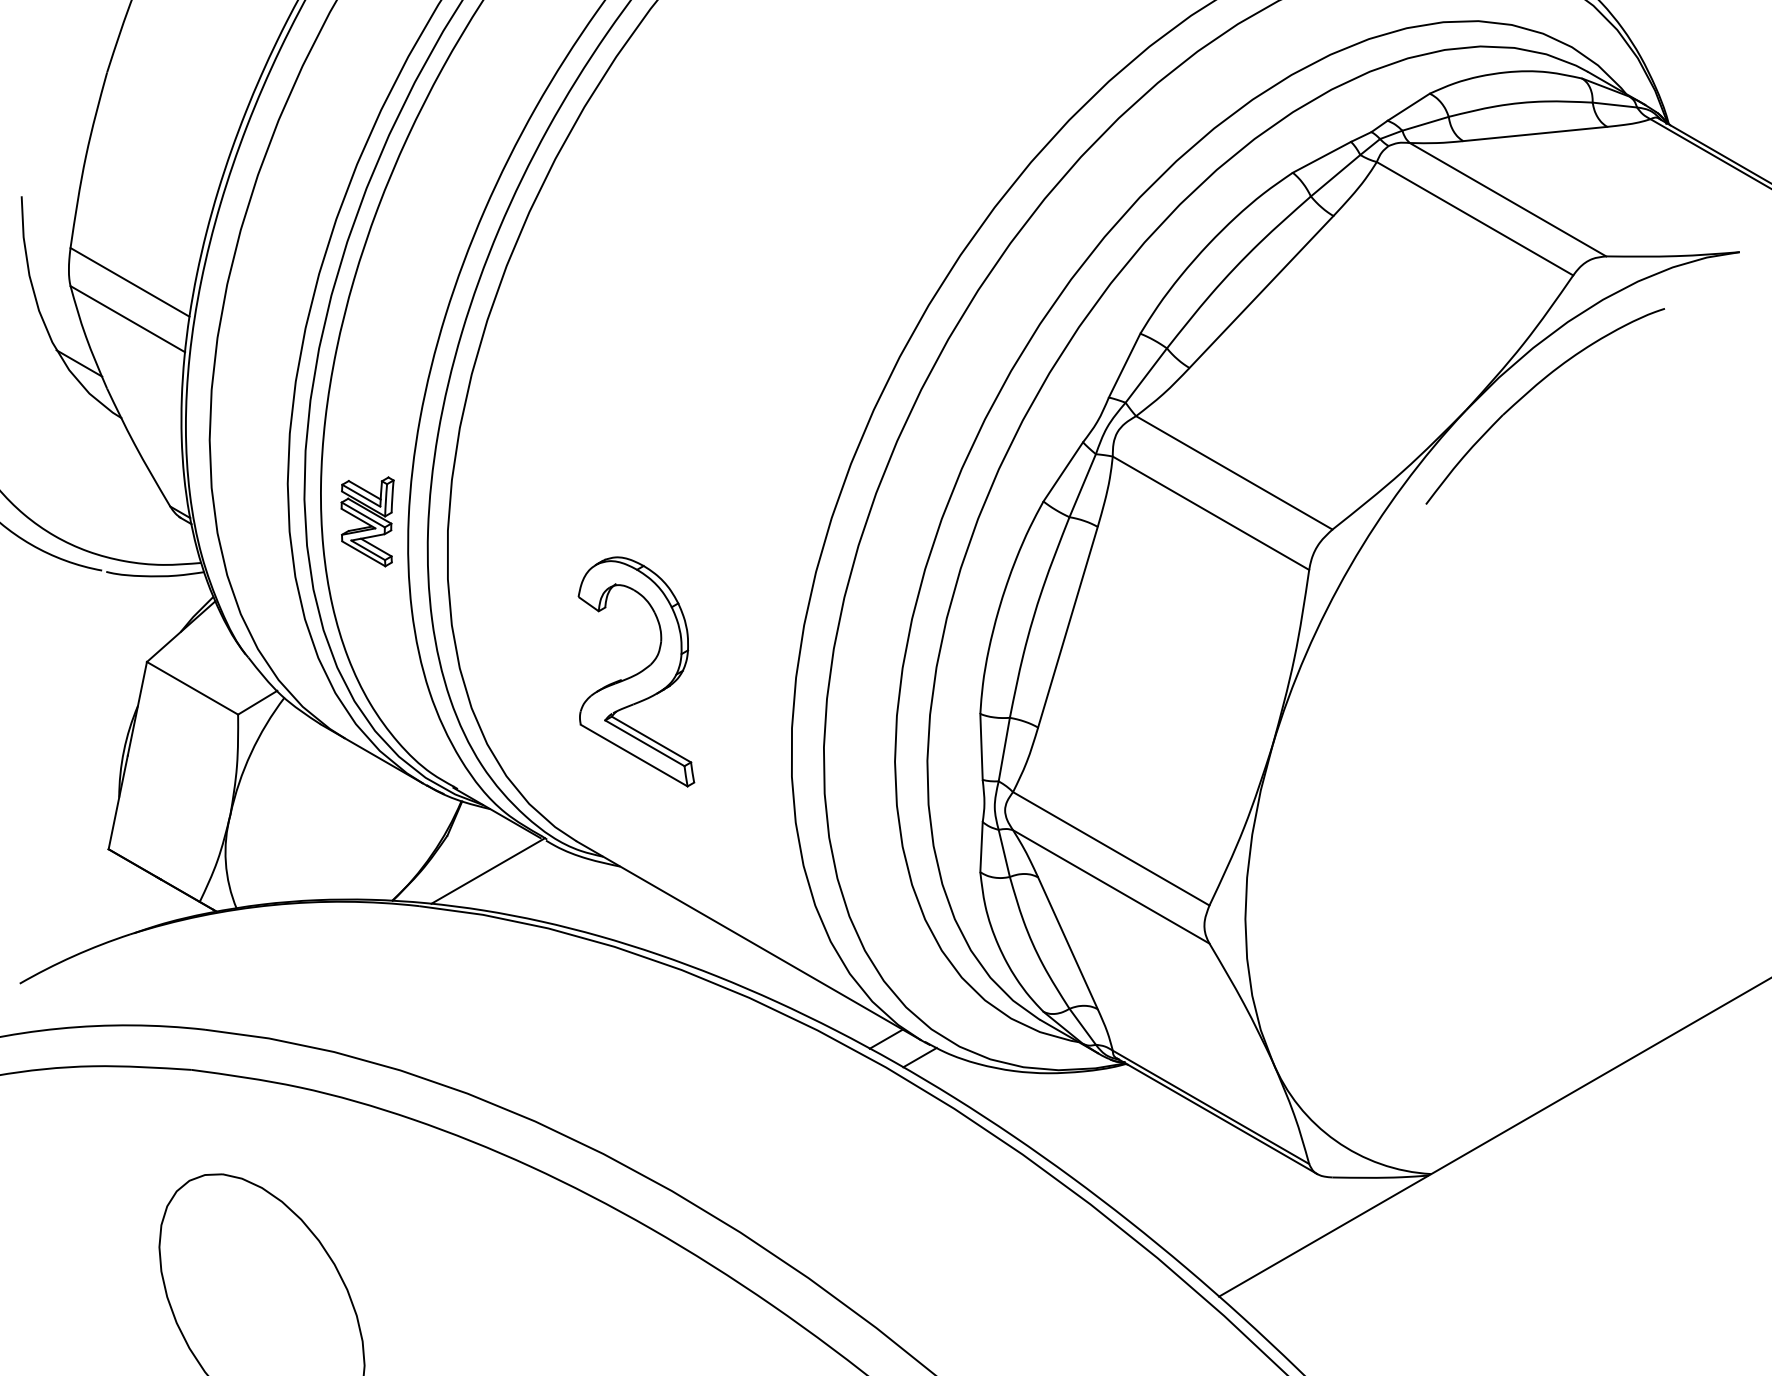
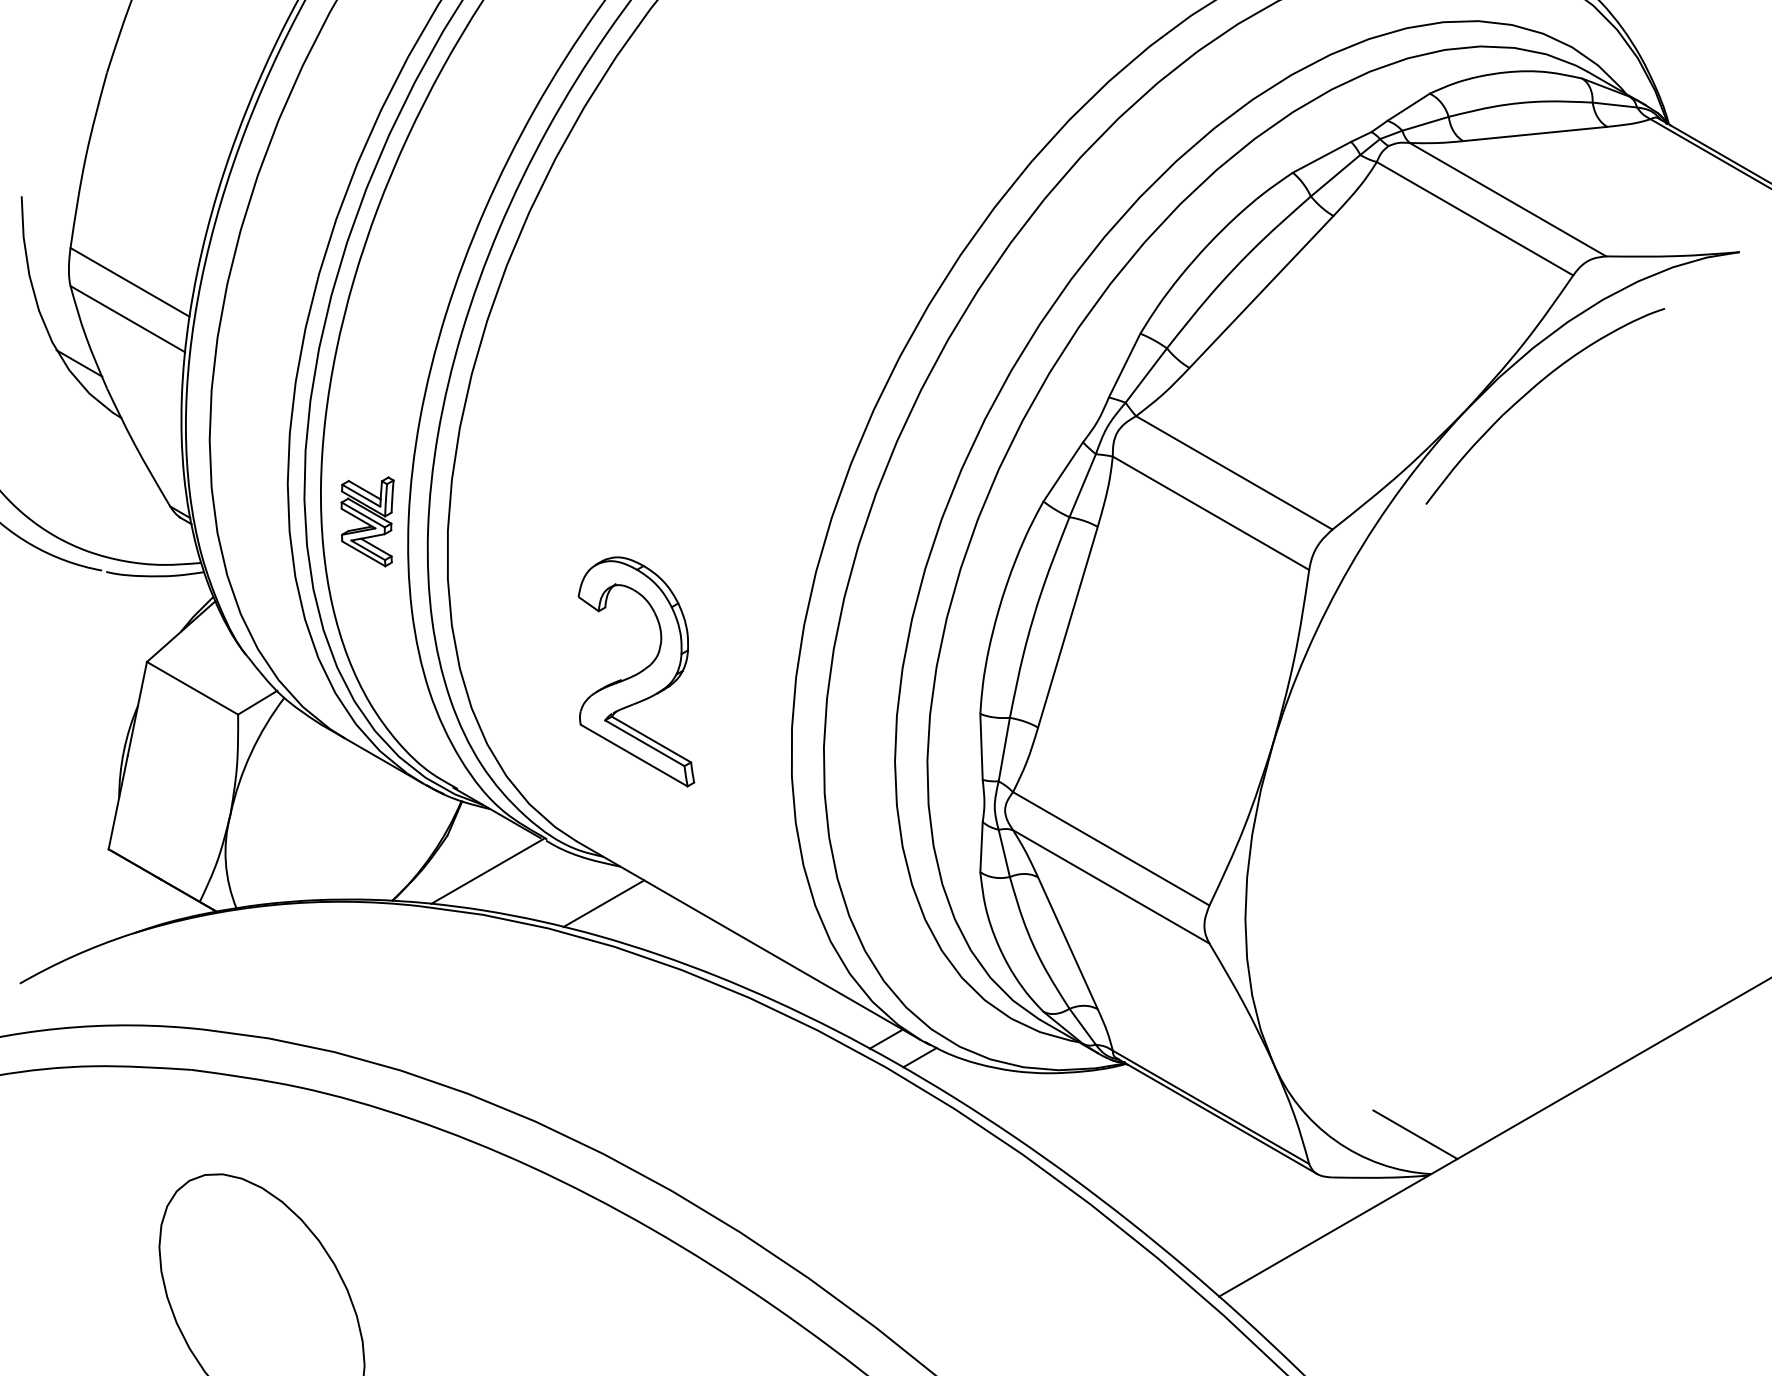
line at (603, 903): none -> present
line at (1415, 1134): none -> present
